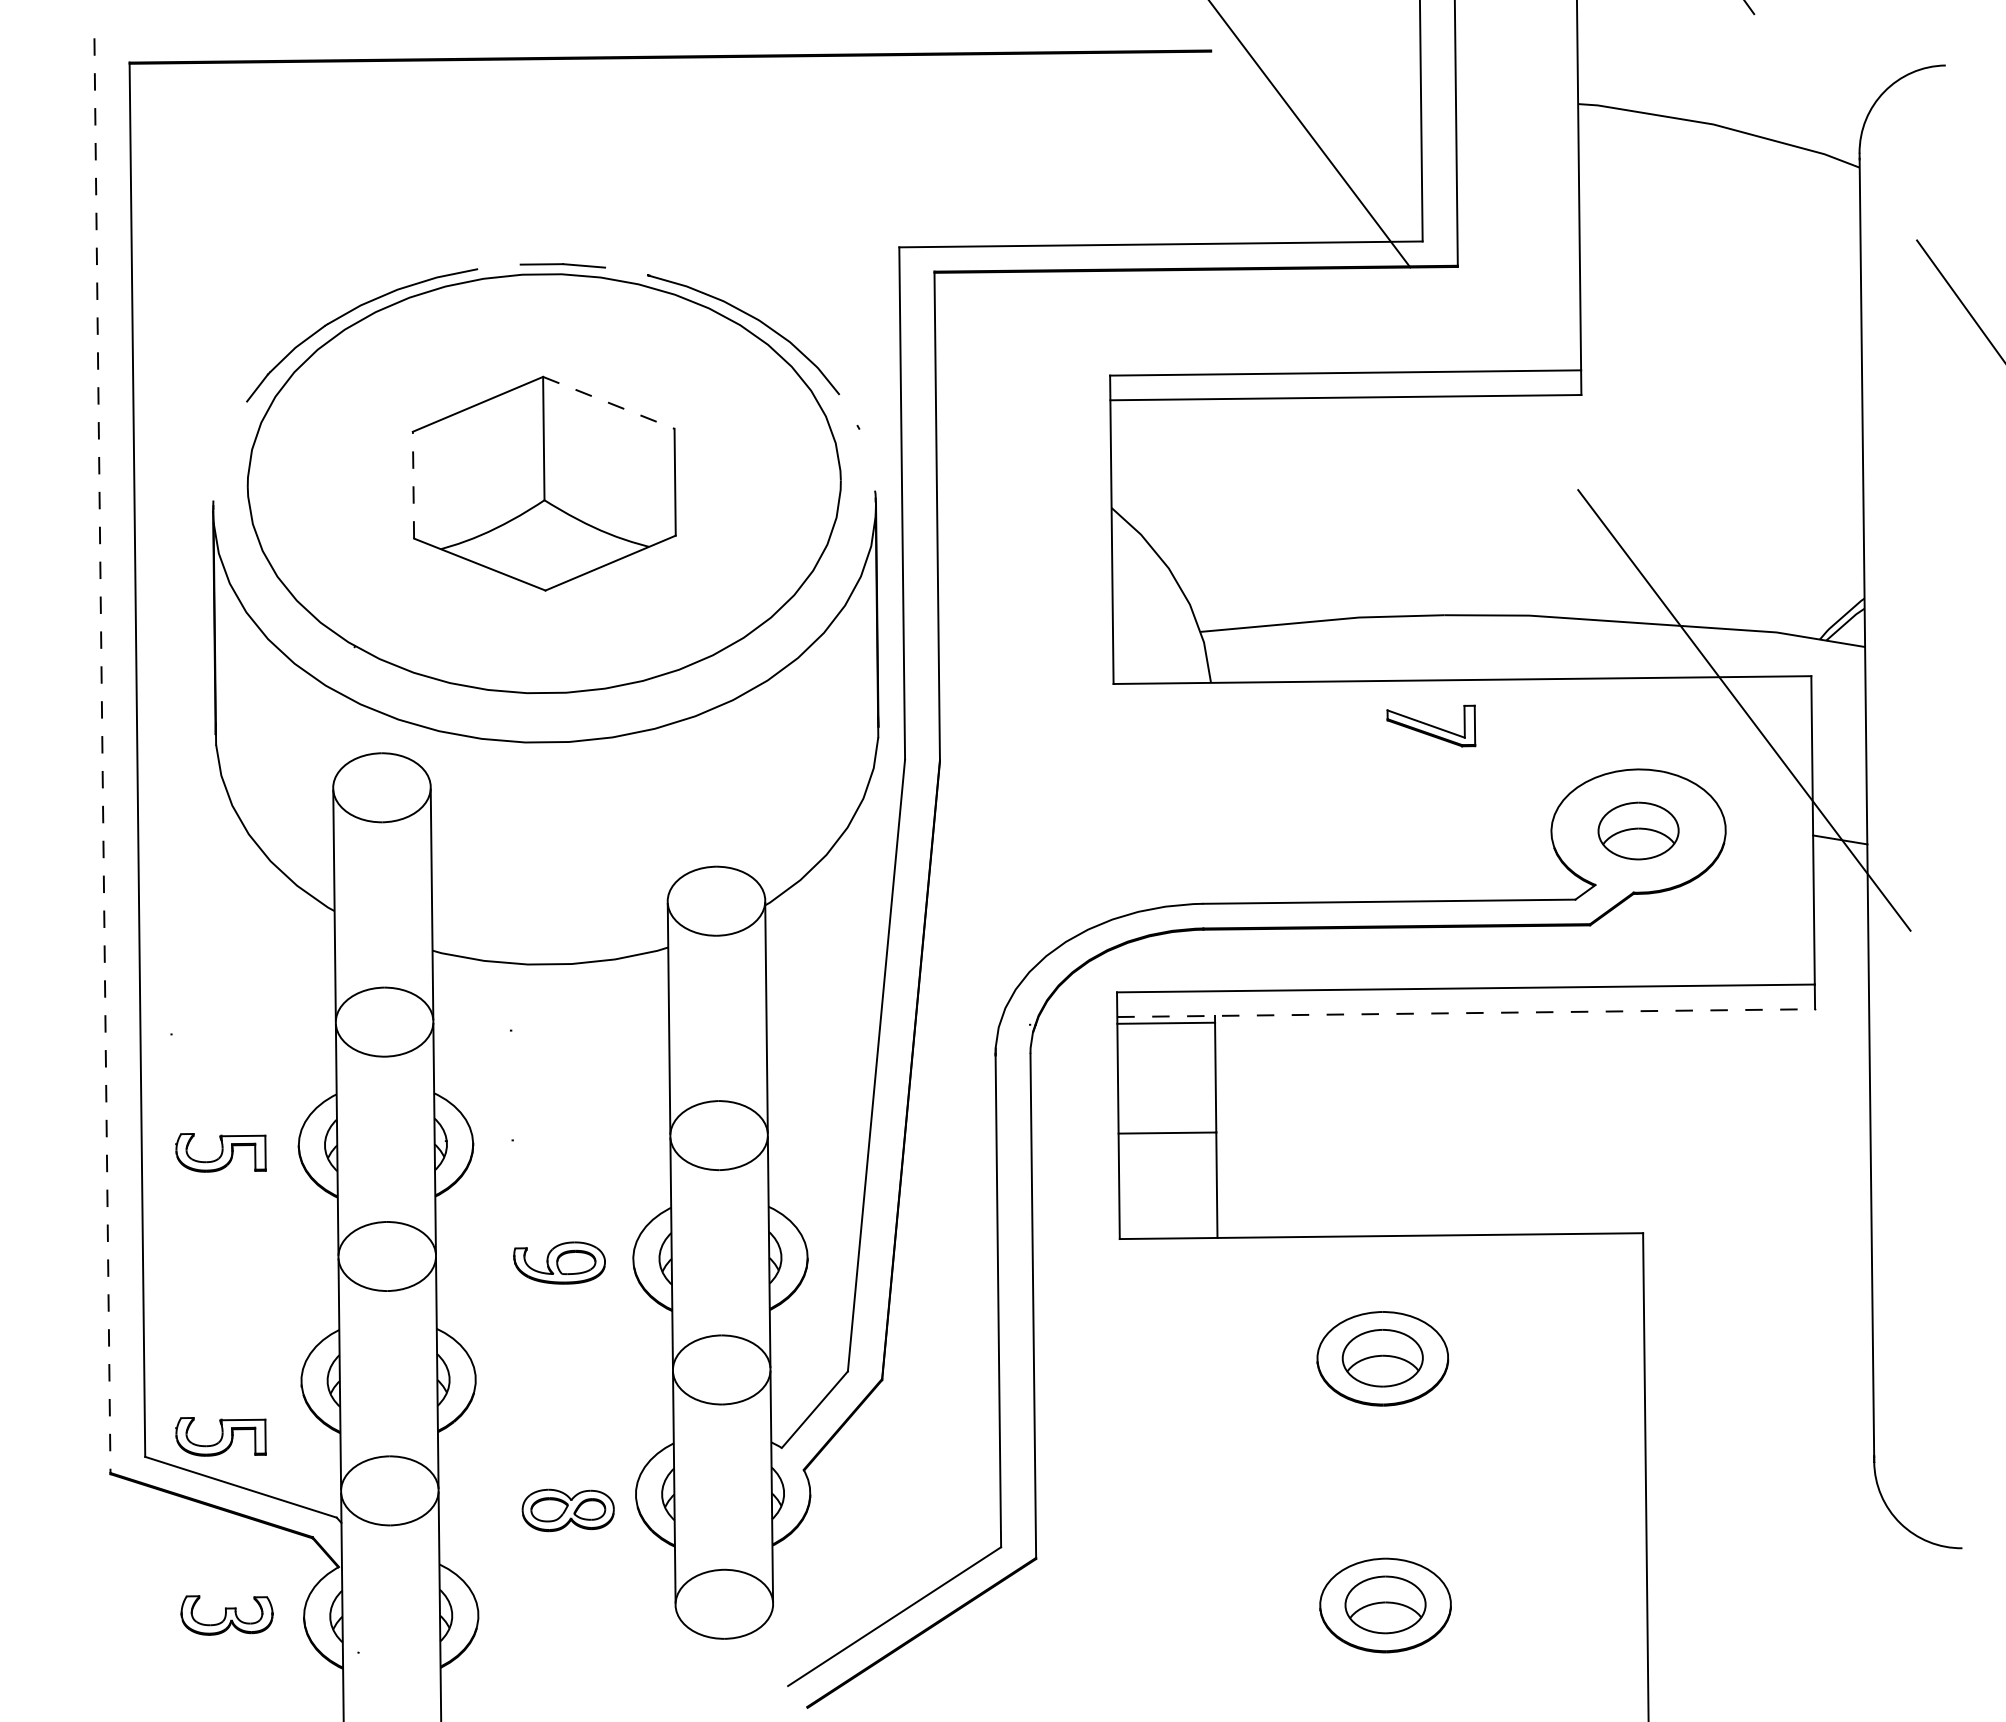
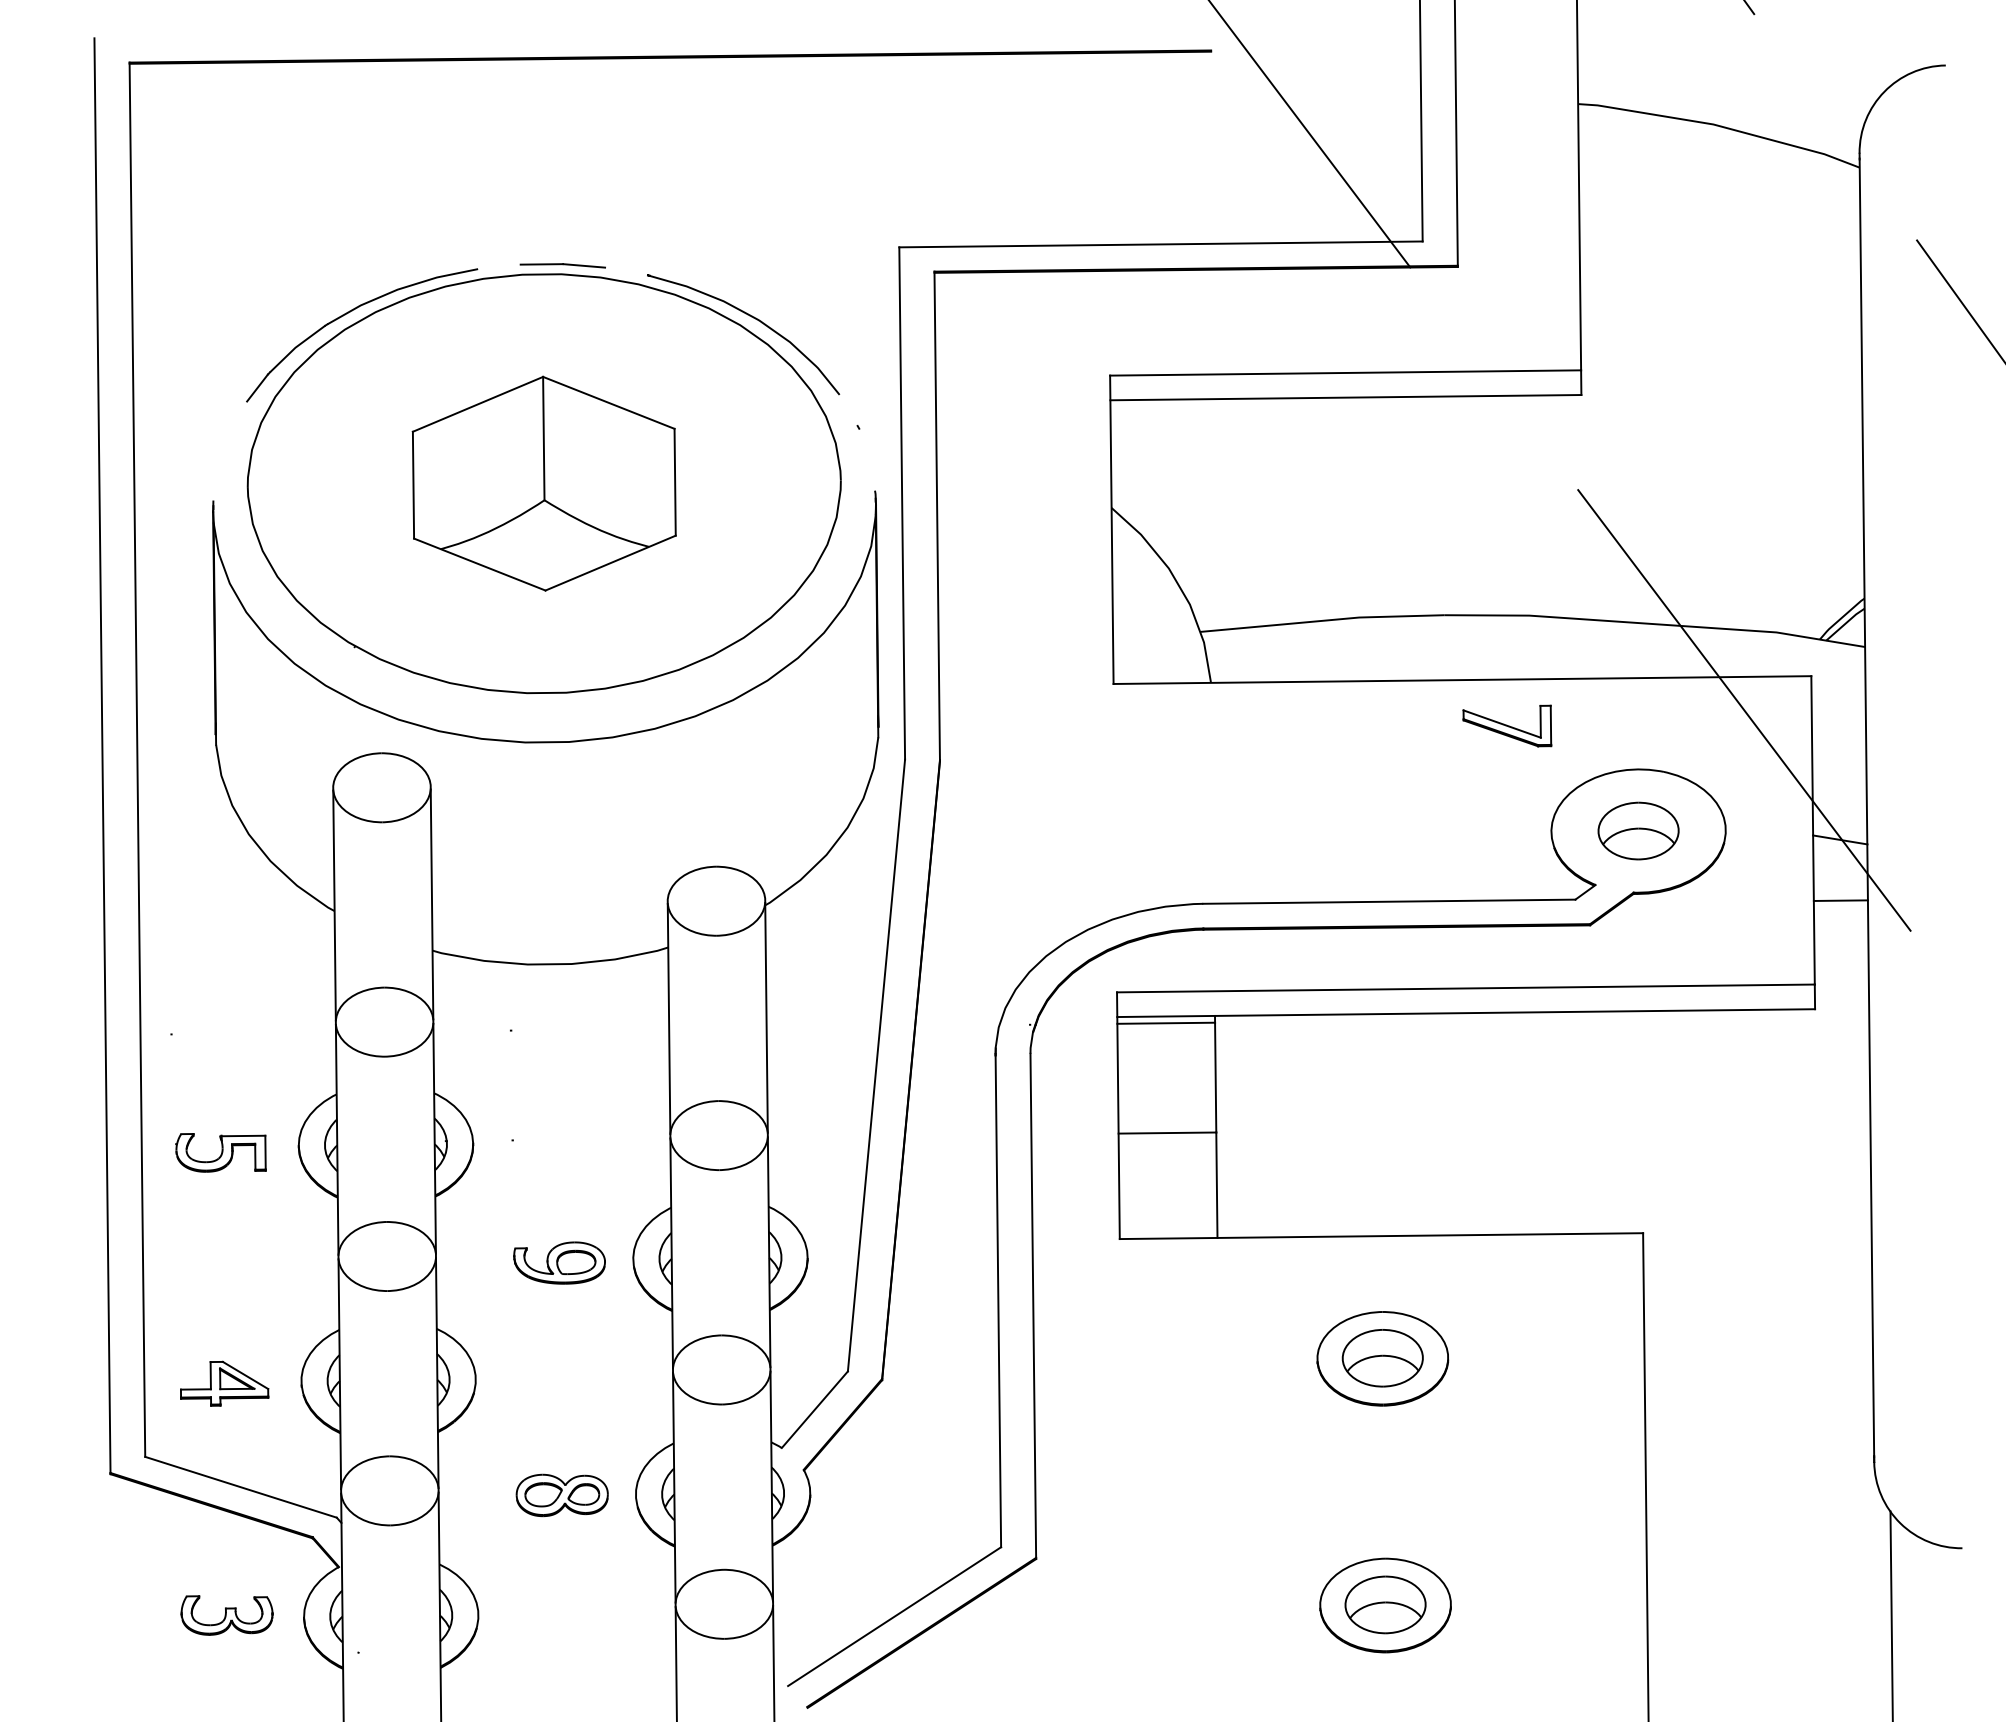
line at (608, 402): dashed -> solid
line at (413, 484): dashed -> solid
part at (1431, 725) position: (1431, 725) -> (1507, 725)
line at (102, 756): dashed -> solid
line at (1840, 900): none -> present
line at (1466, 1013): dashed -> solid
part at (224, 1383): none -> present
part at (220, 1436): present -> none
part at (567, 1510) position: (567, 1510) -> (561, 1495)
line at (1891, 1614): none -> present
line at (675, 1662): none -> present
line at (773, 1662): none -> present
